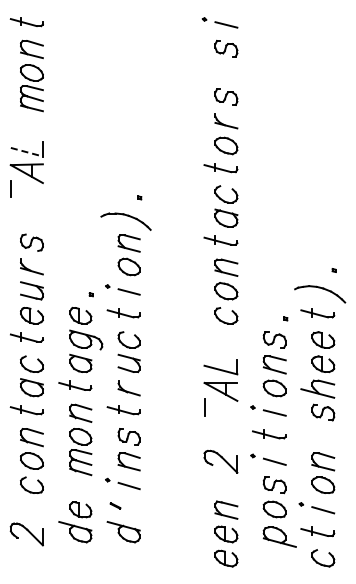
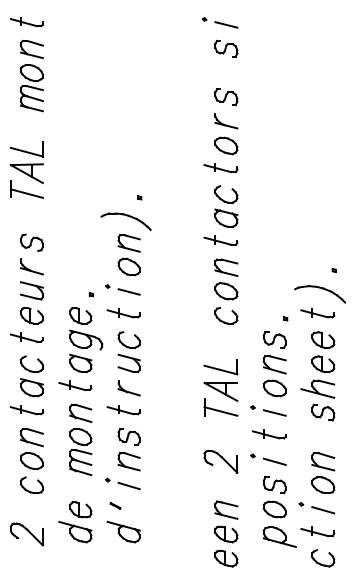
line at (26, 152): dashed -> solid
line at (26, 193): none -> present
line at (220, 411): none -> present
